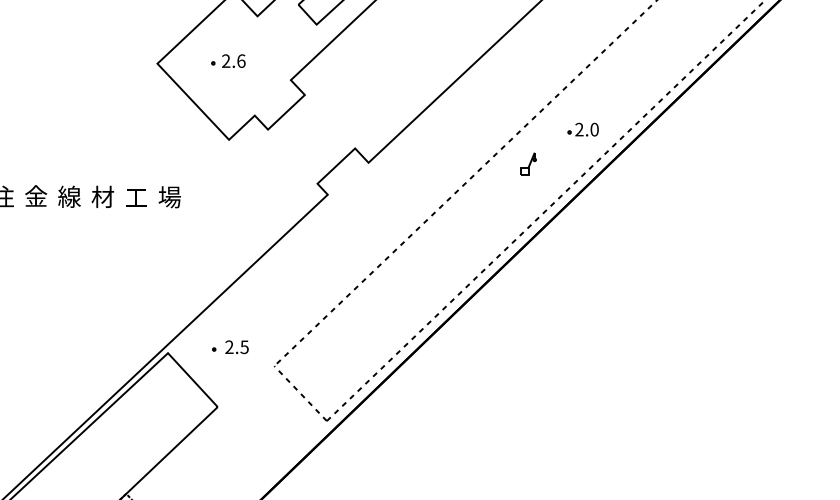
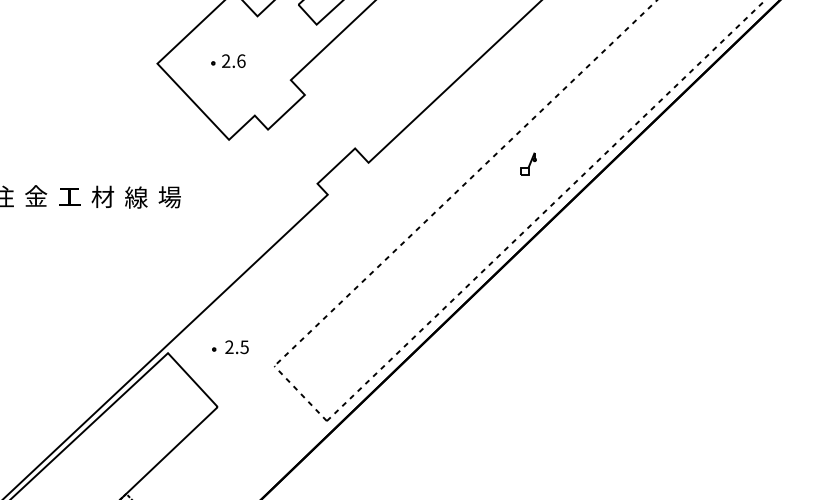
part at (582, 129): present -> none
text at (69, 196): 線 -> 工
text at (136, 197): 工 -> 線
